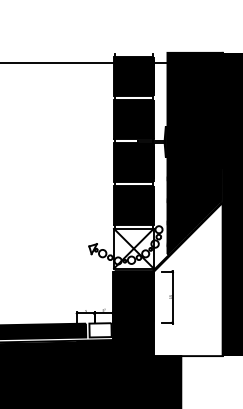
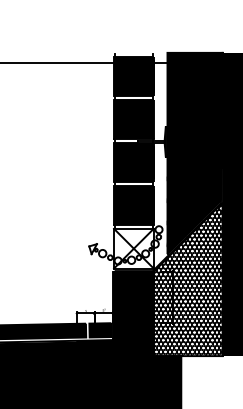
hatch at (187, 279): none -> present
fill at (100, 330): none -> present
